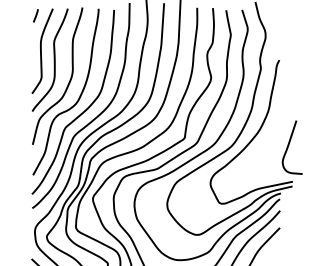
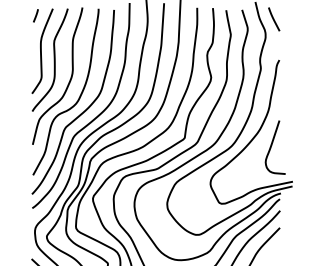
line at (274, 19): none -> present
curve at (289, 145) position: (289, 145) -> (272, 145)
